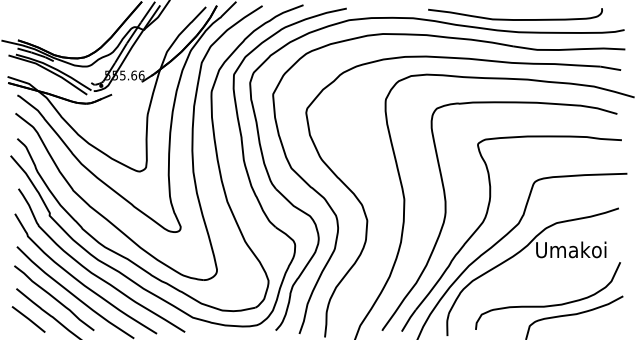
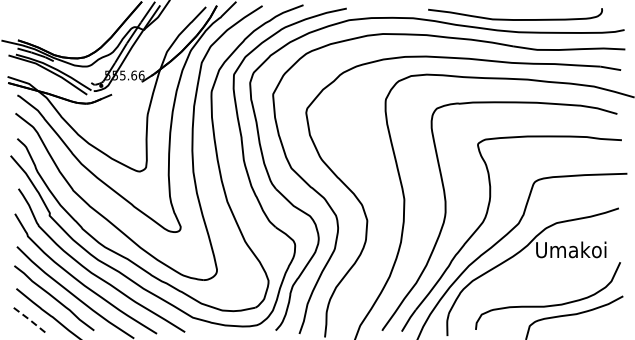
line at (29, 319): solid -> dashed
